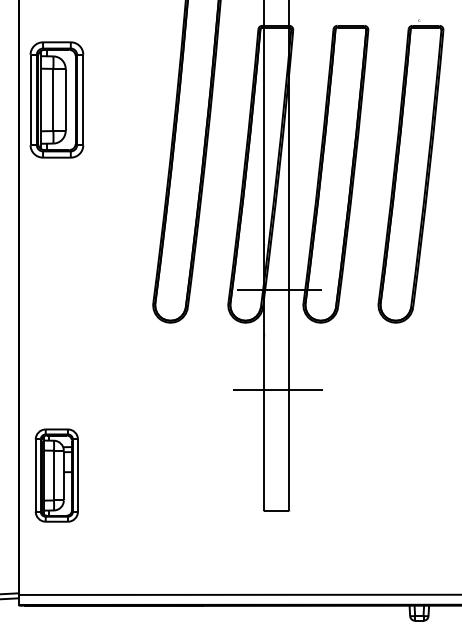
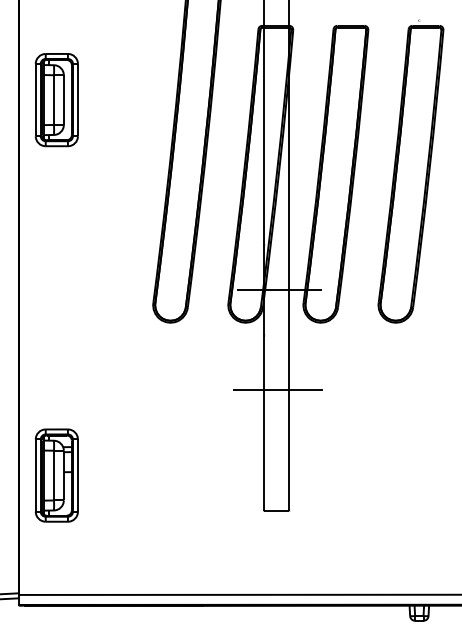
part at (56, 99) size: 56x118 px -> 45x95 px
